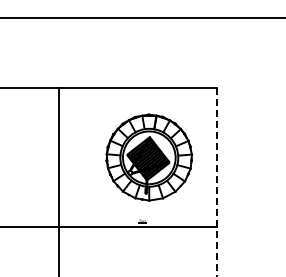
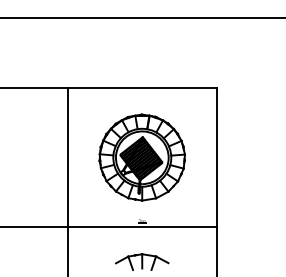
part at (148, 157) position: (148, 157) -> (141, 157)
line at (58, 180) position: (58, 180) -> (67, 180)
line at (216, 183): dashed -> solid
part at (142, 261): none -> present
